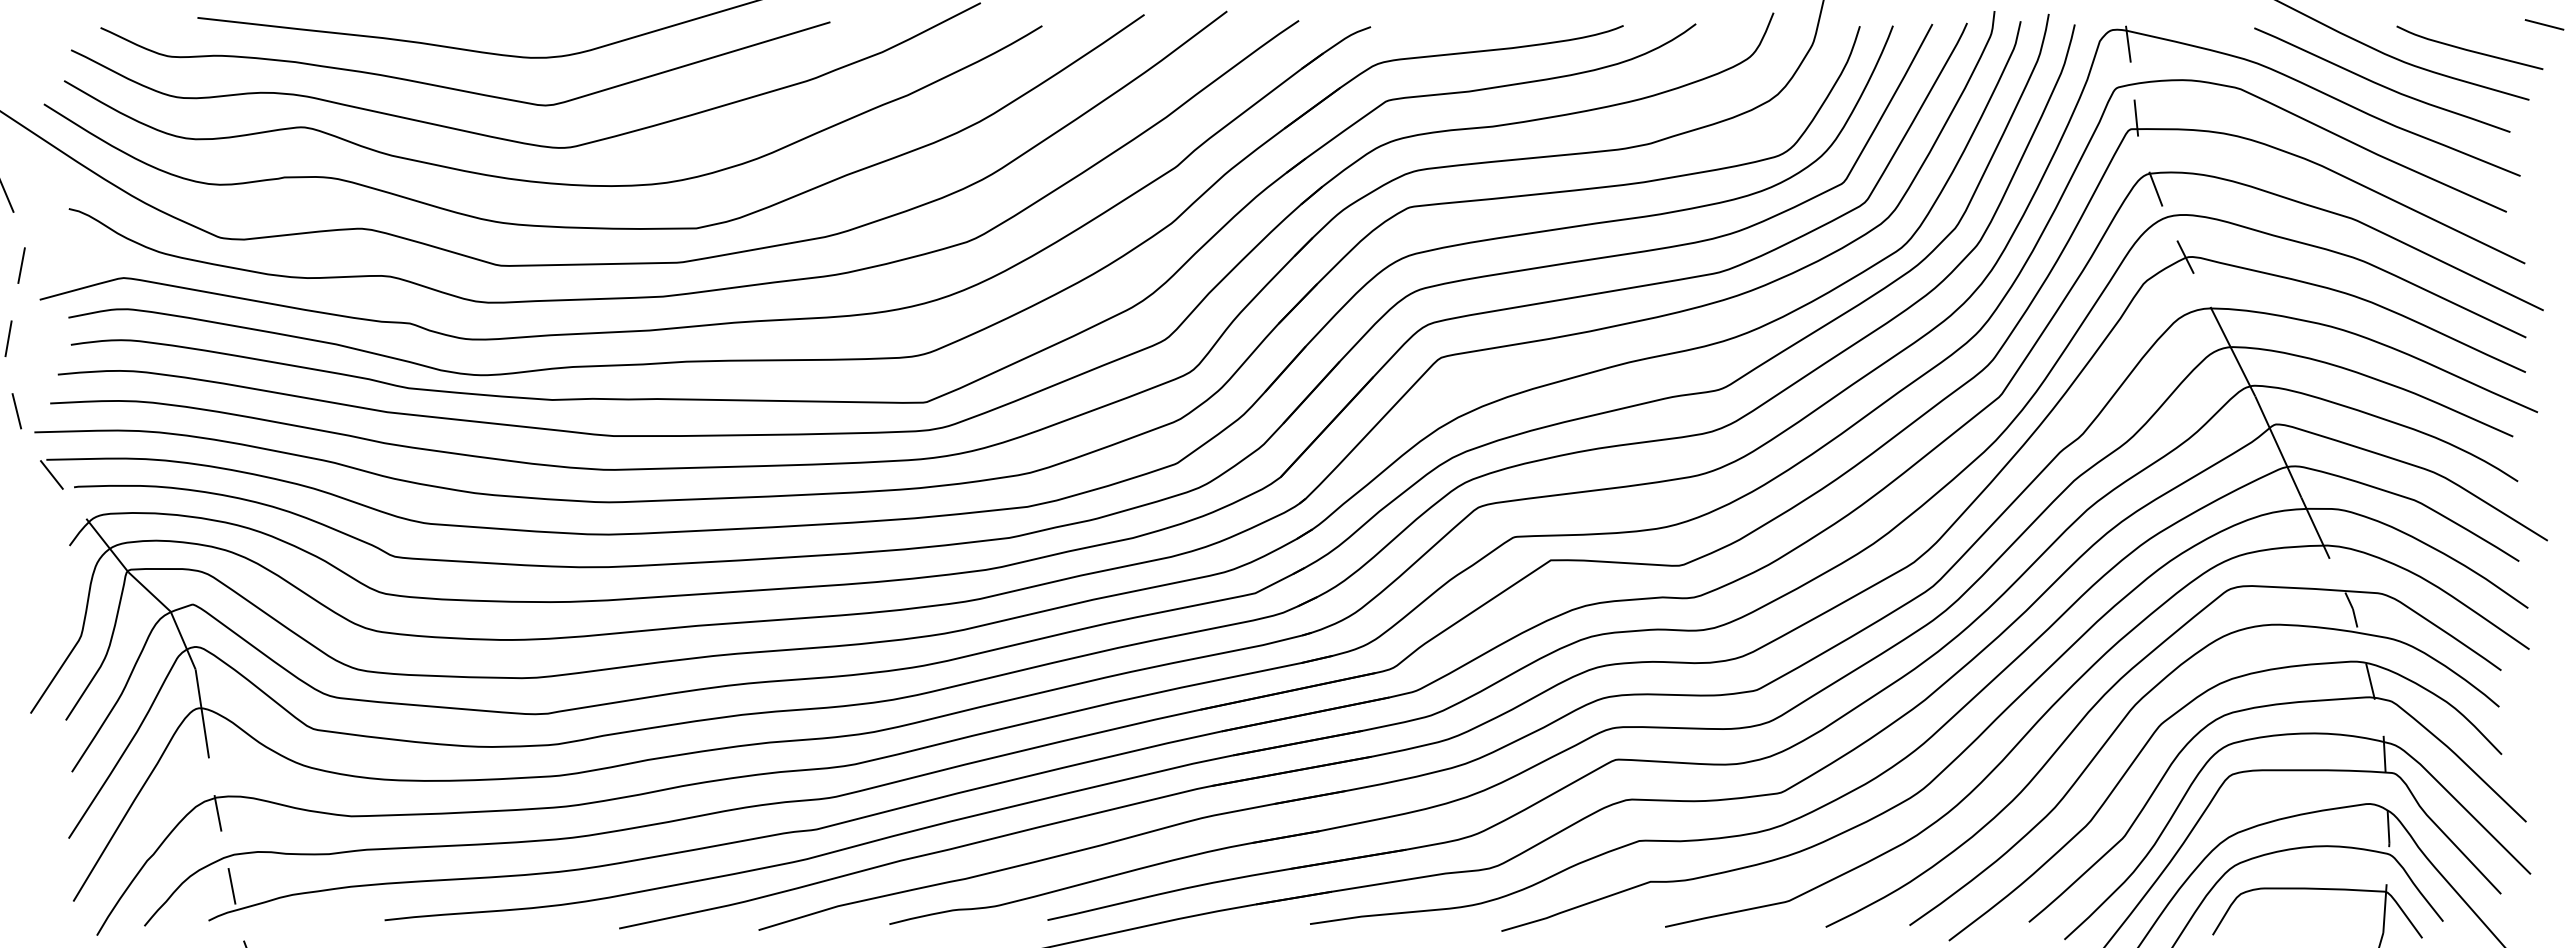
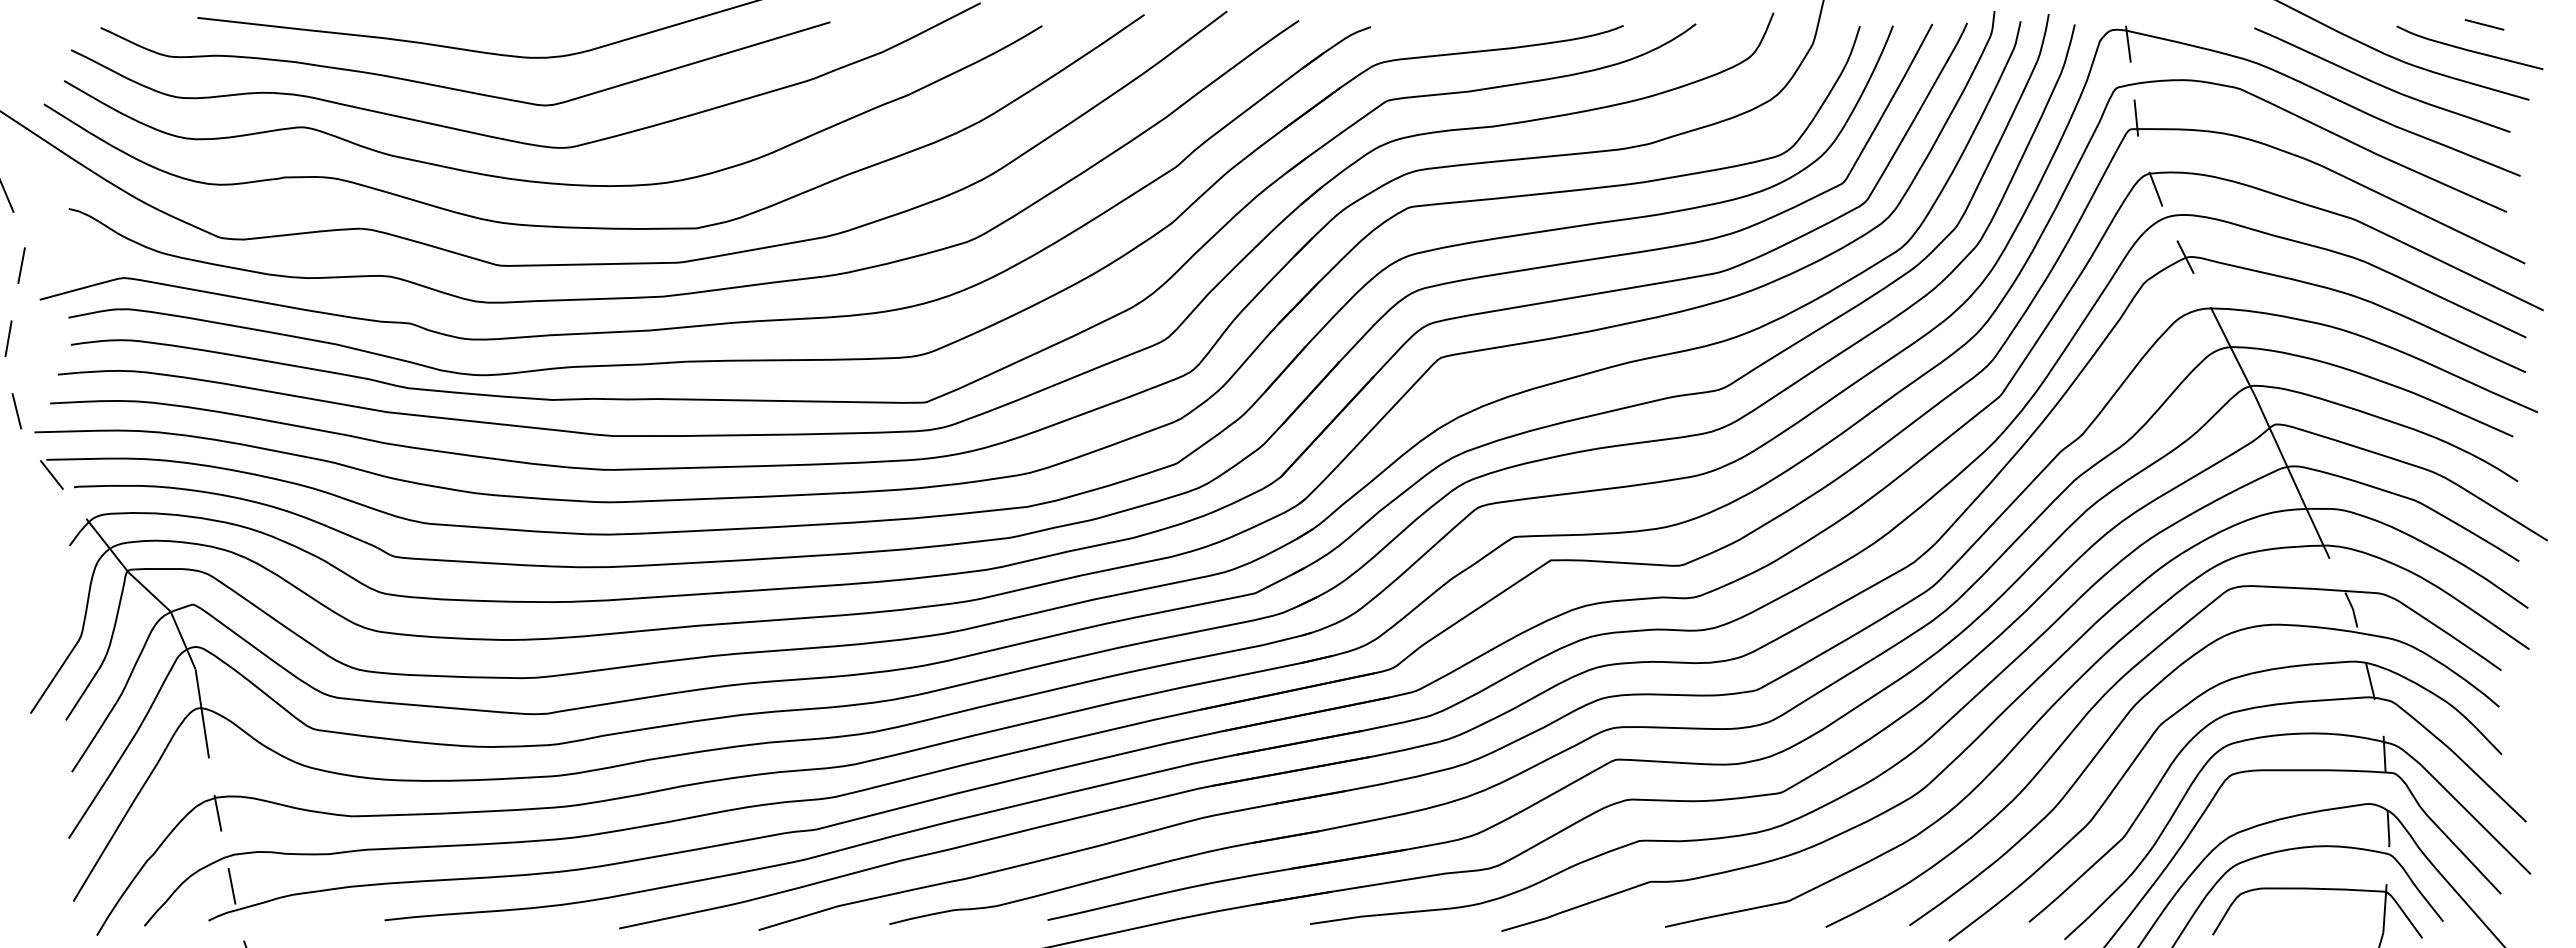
line at (2544, 24) position: (2544, 24) -> (2484, 24)
